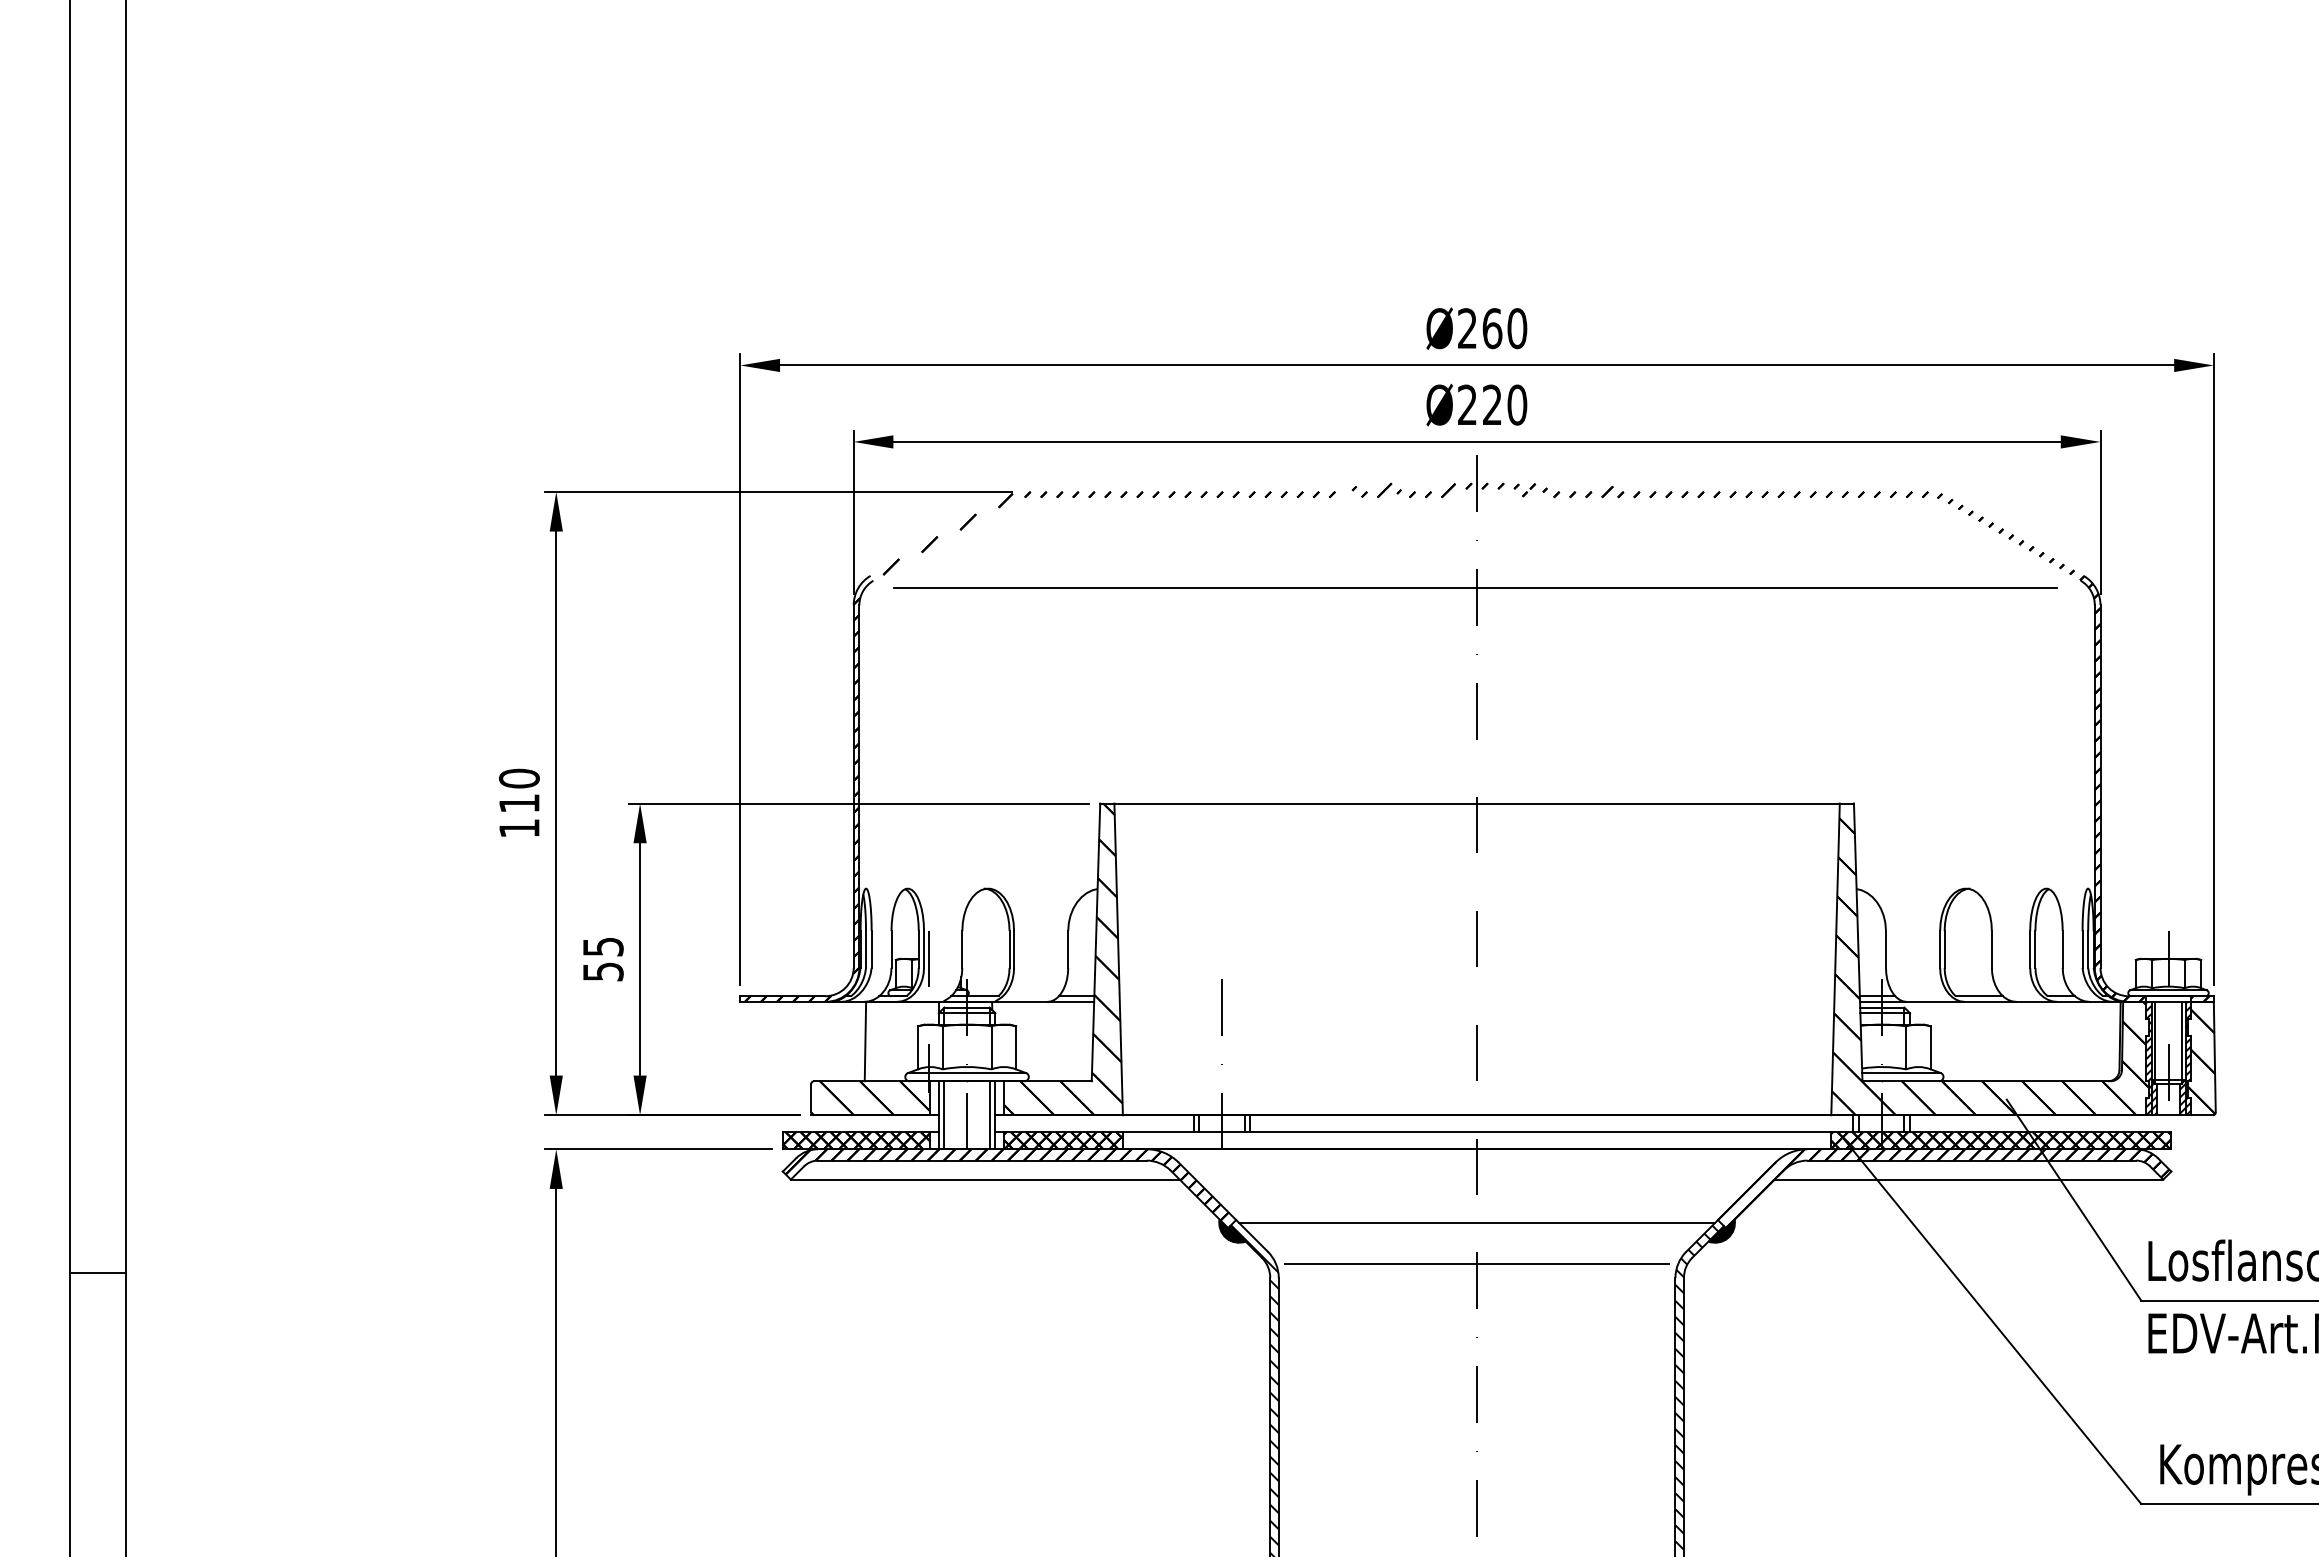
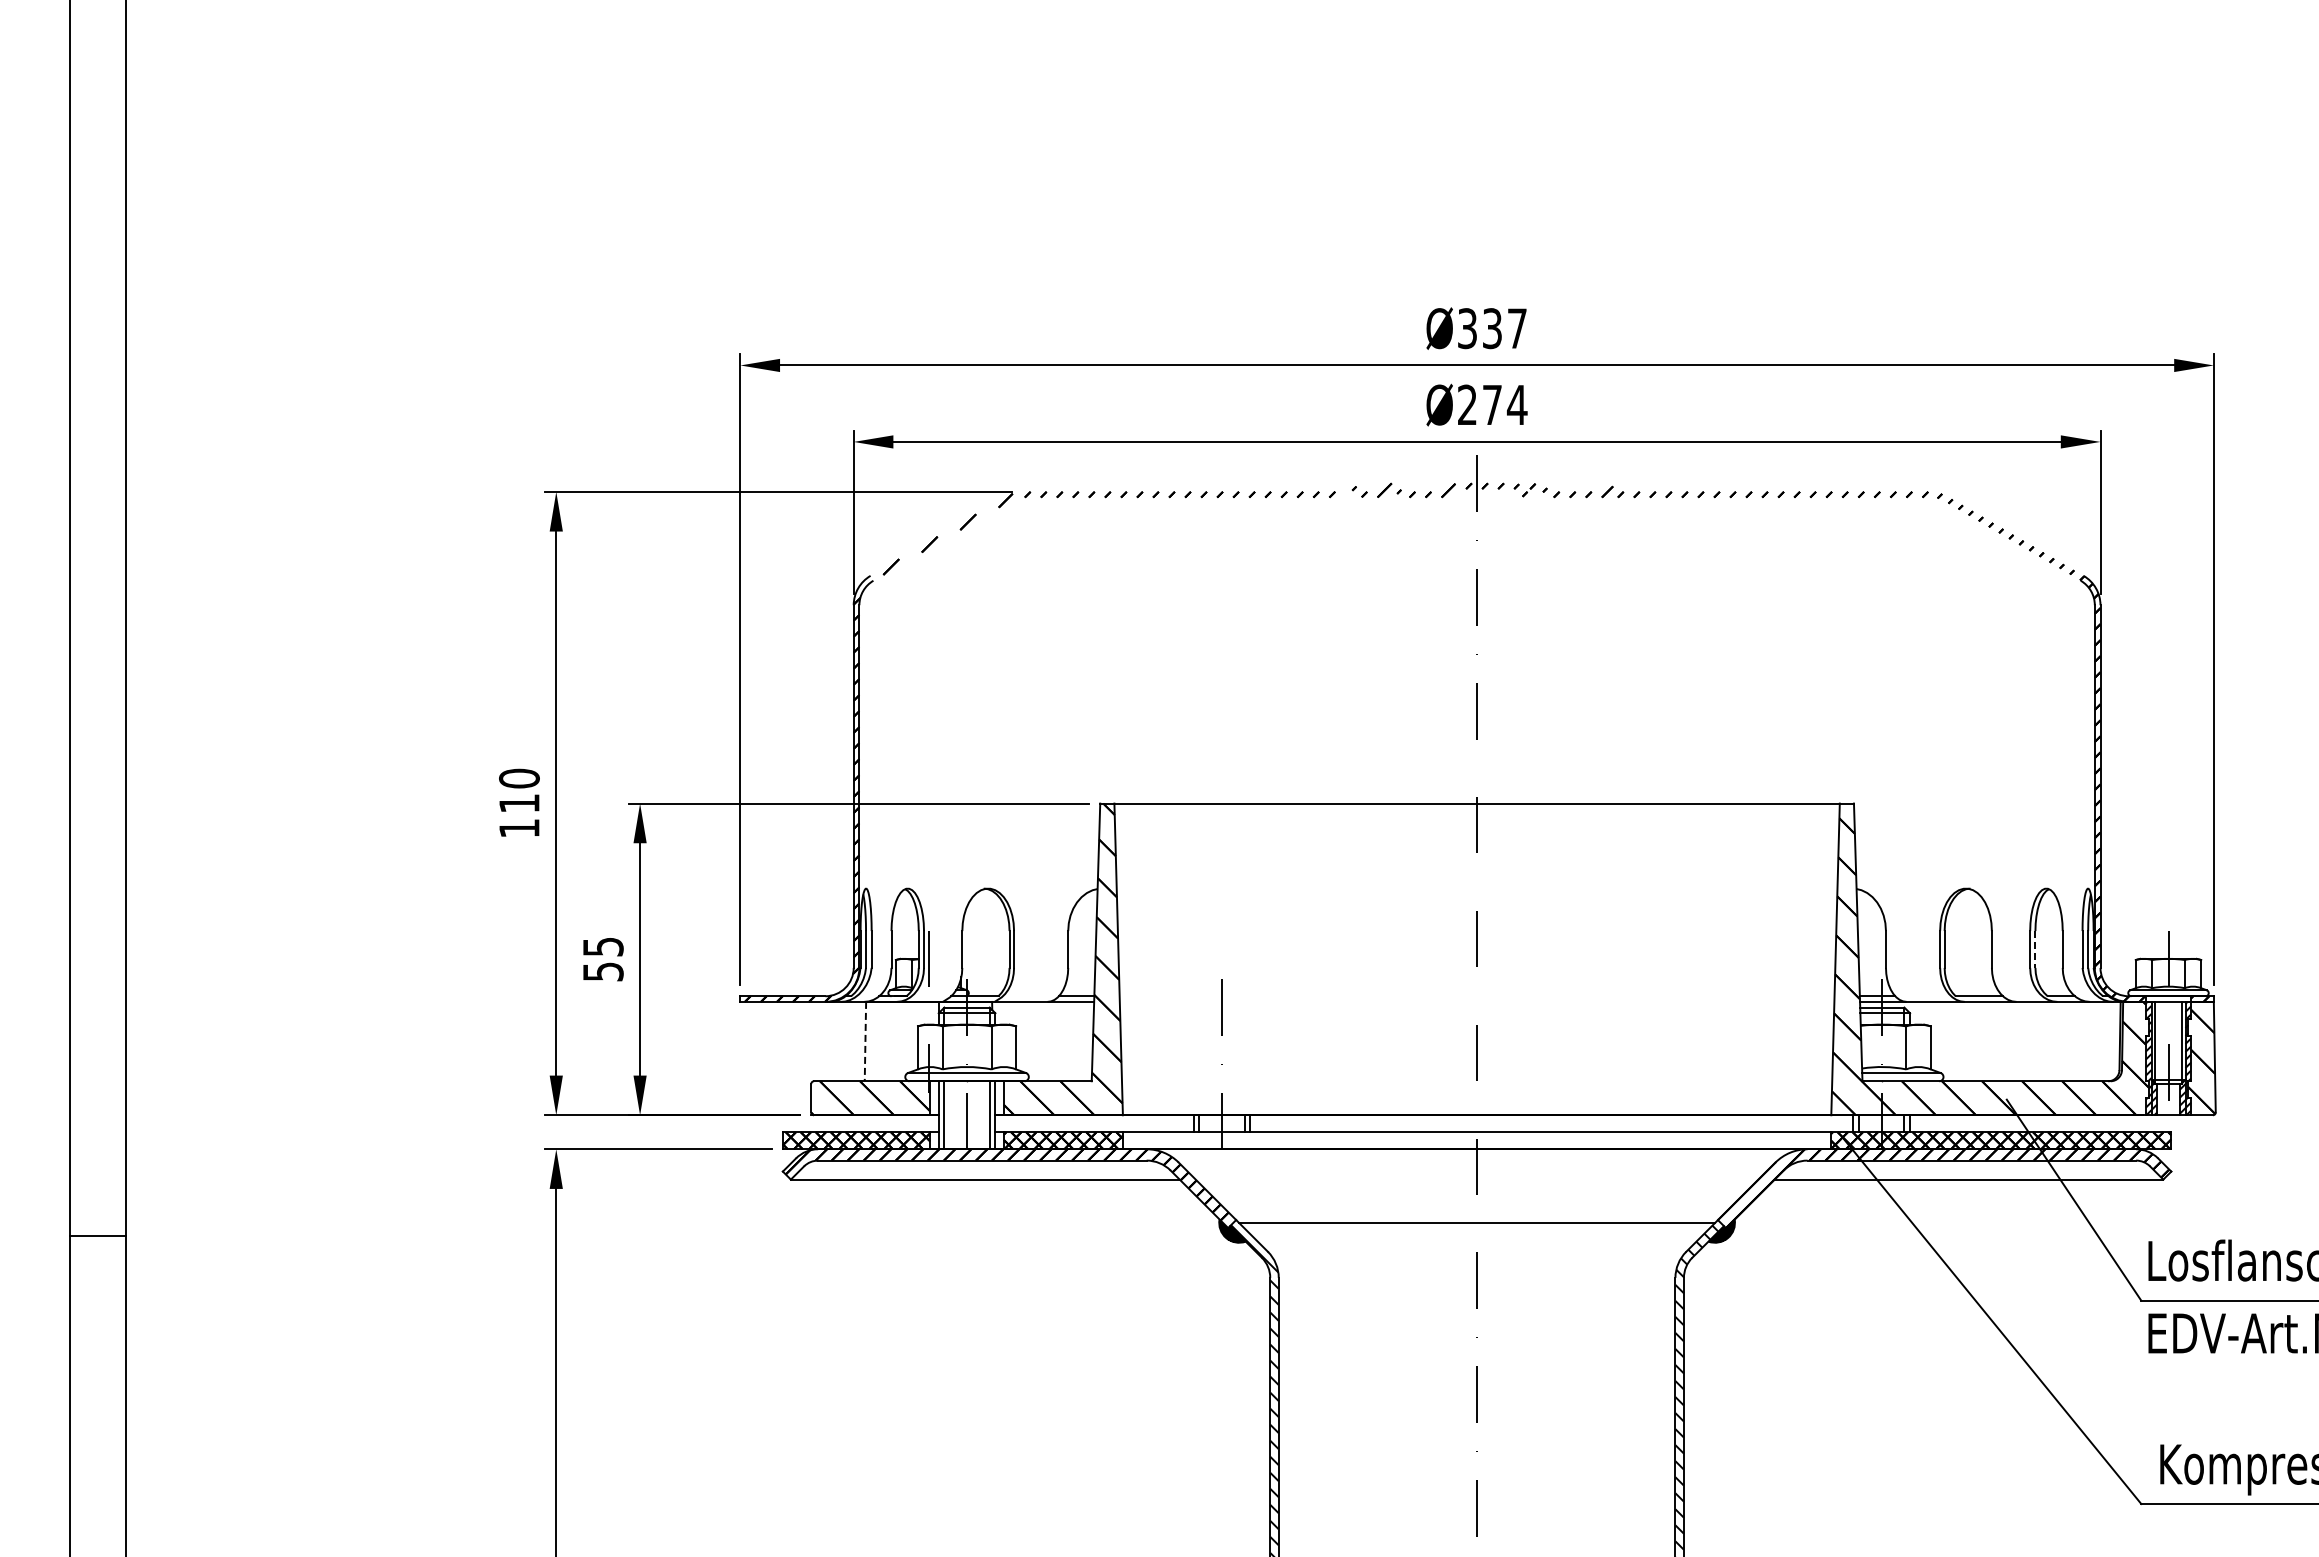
text at (1492, 328): Ø260 -> Ø337
text at (1505, 404): Ø220 -> Ø274
line at (1475, 588): present -> none
line at (2035, 950): solid -> dashed
line at (865, 1041): solid -> dashed
line at (1477, 1263): present -> none
line at (97, 1273) position: (97, 1273) -> (97, 1236)
